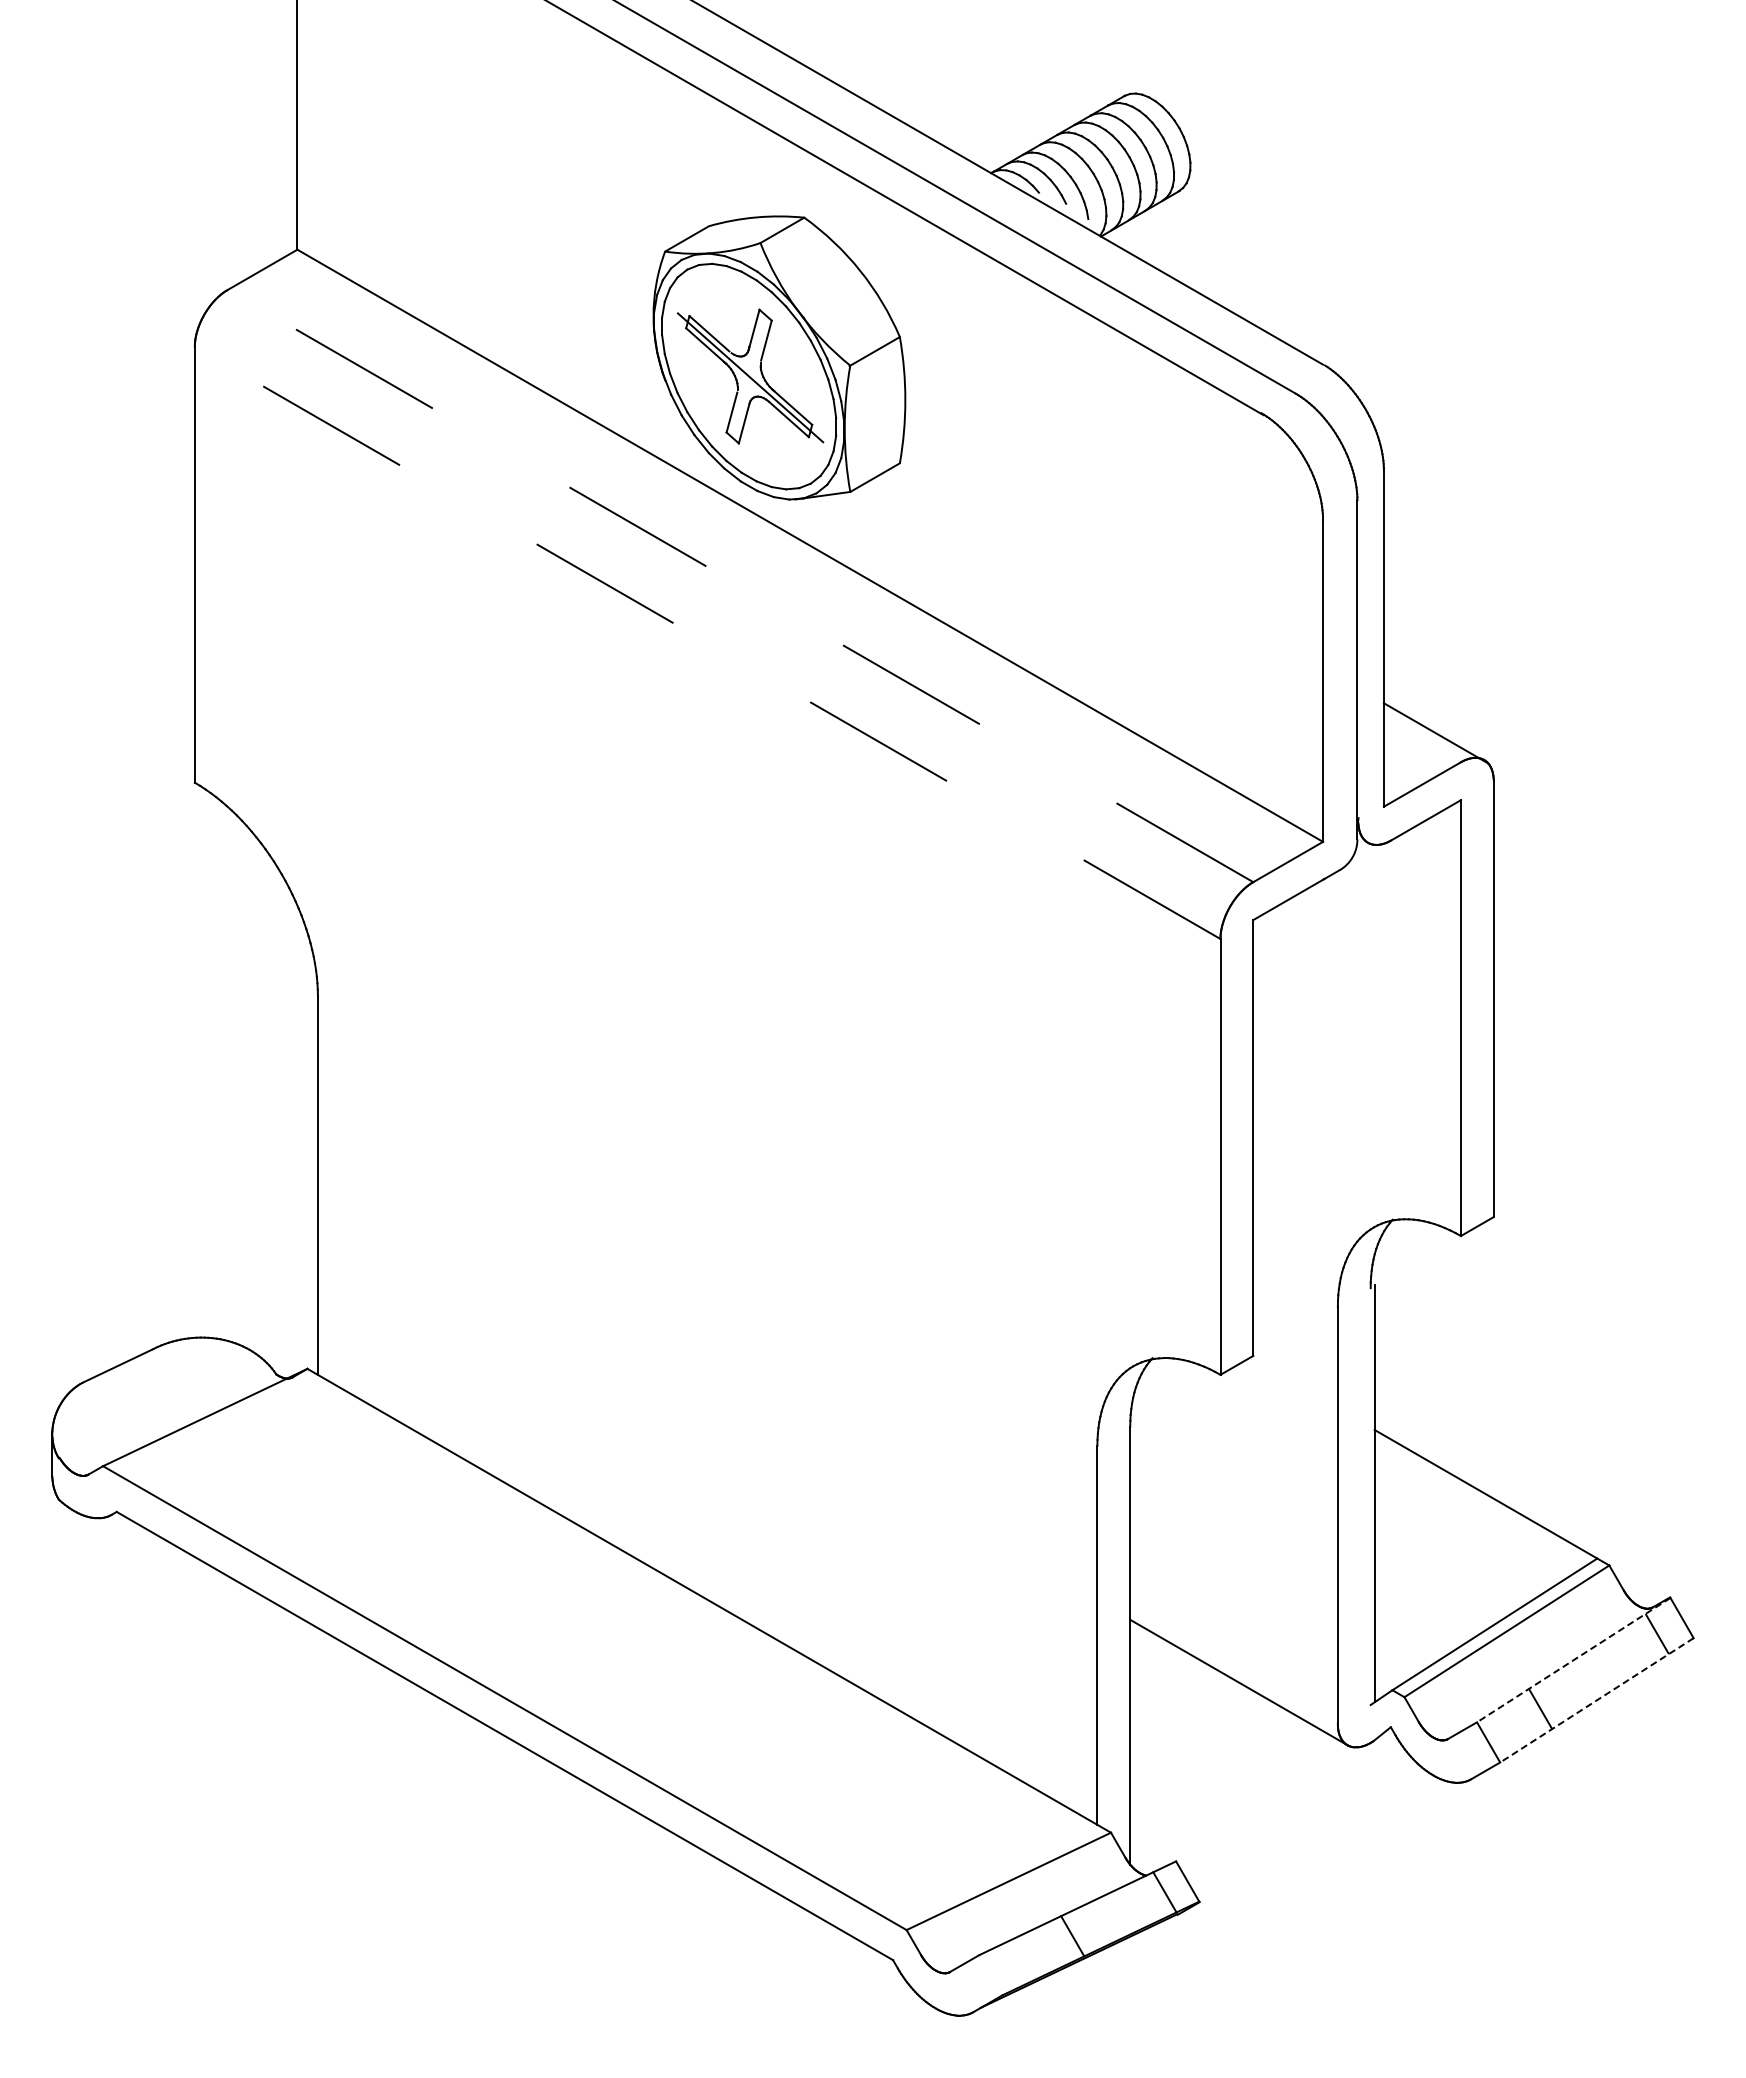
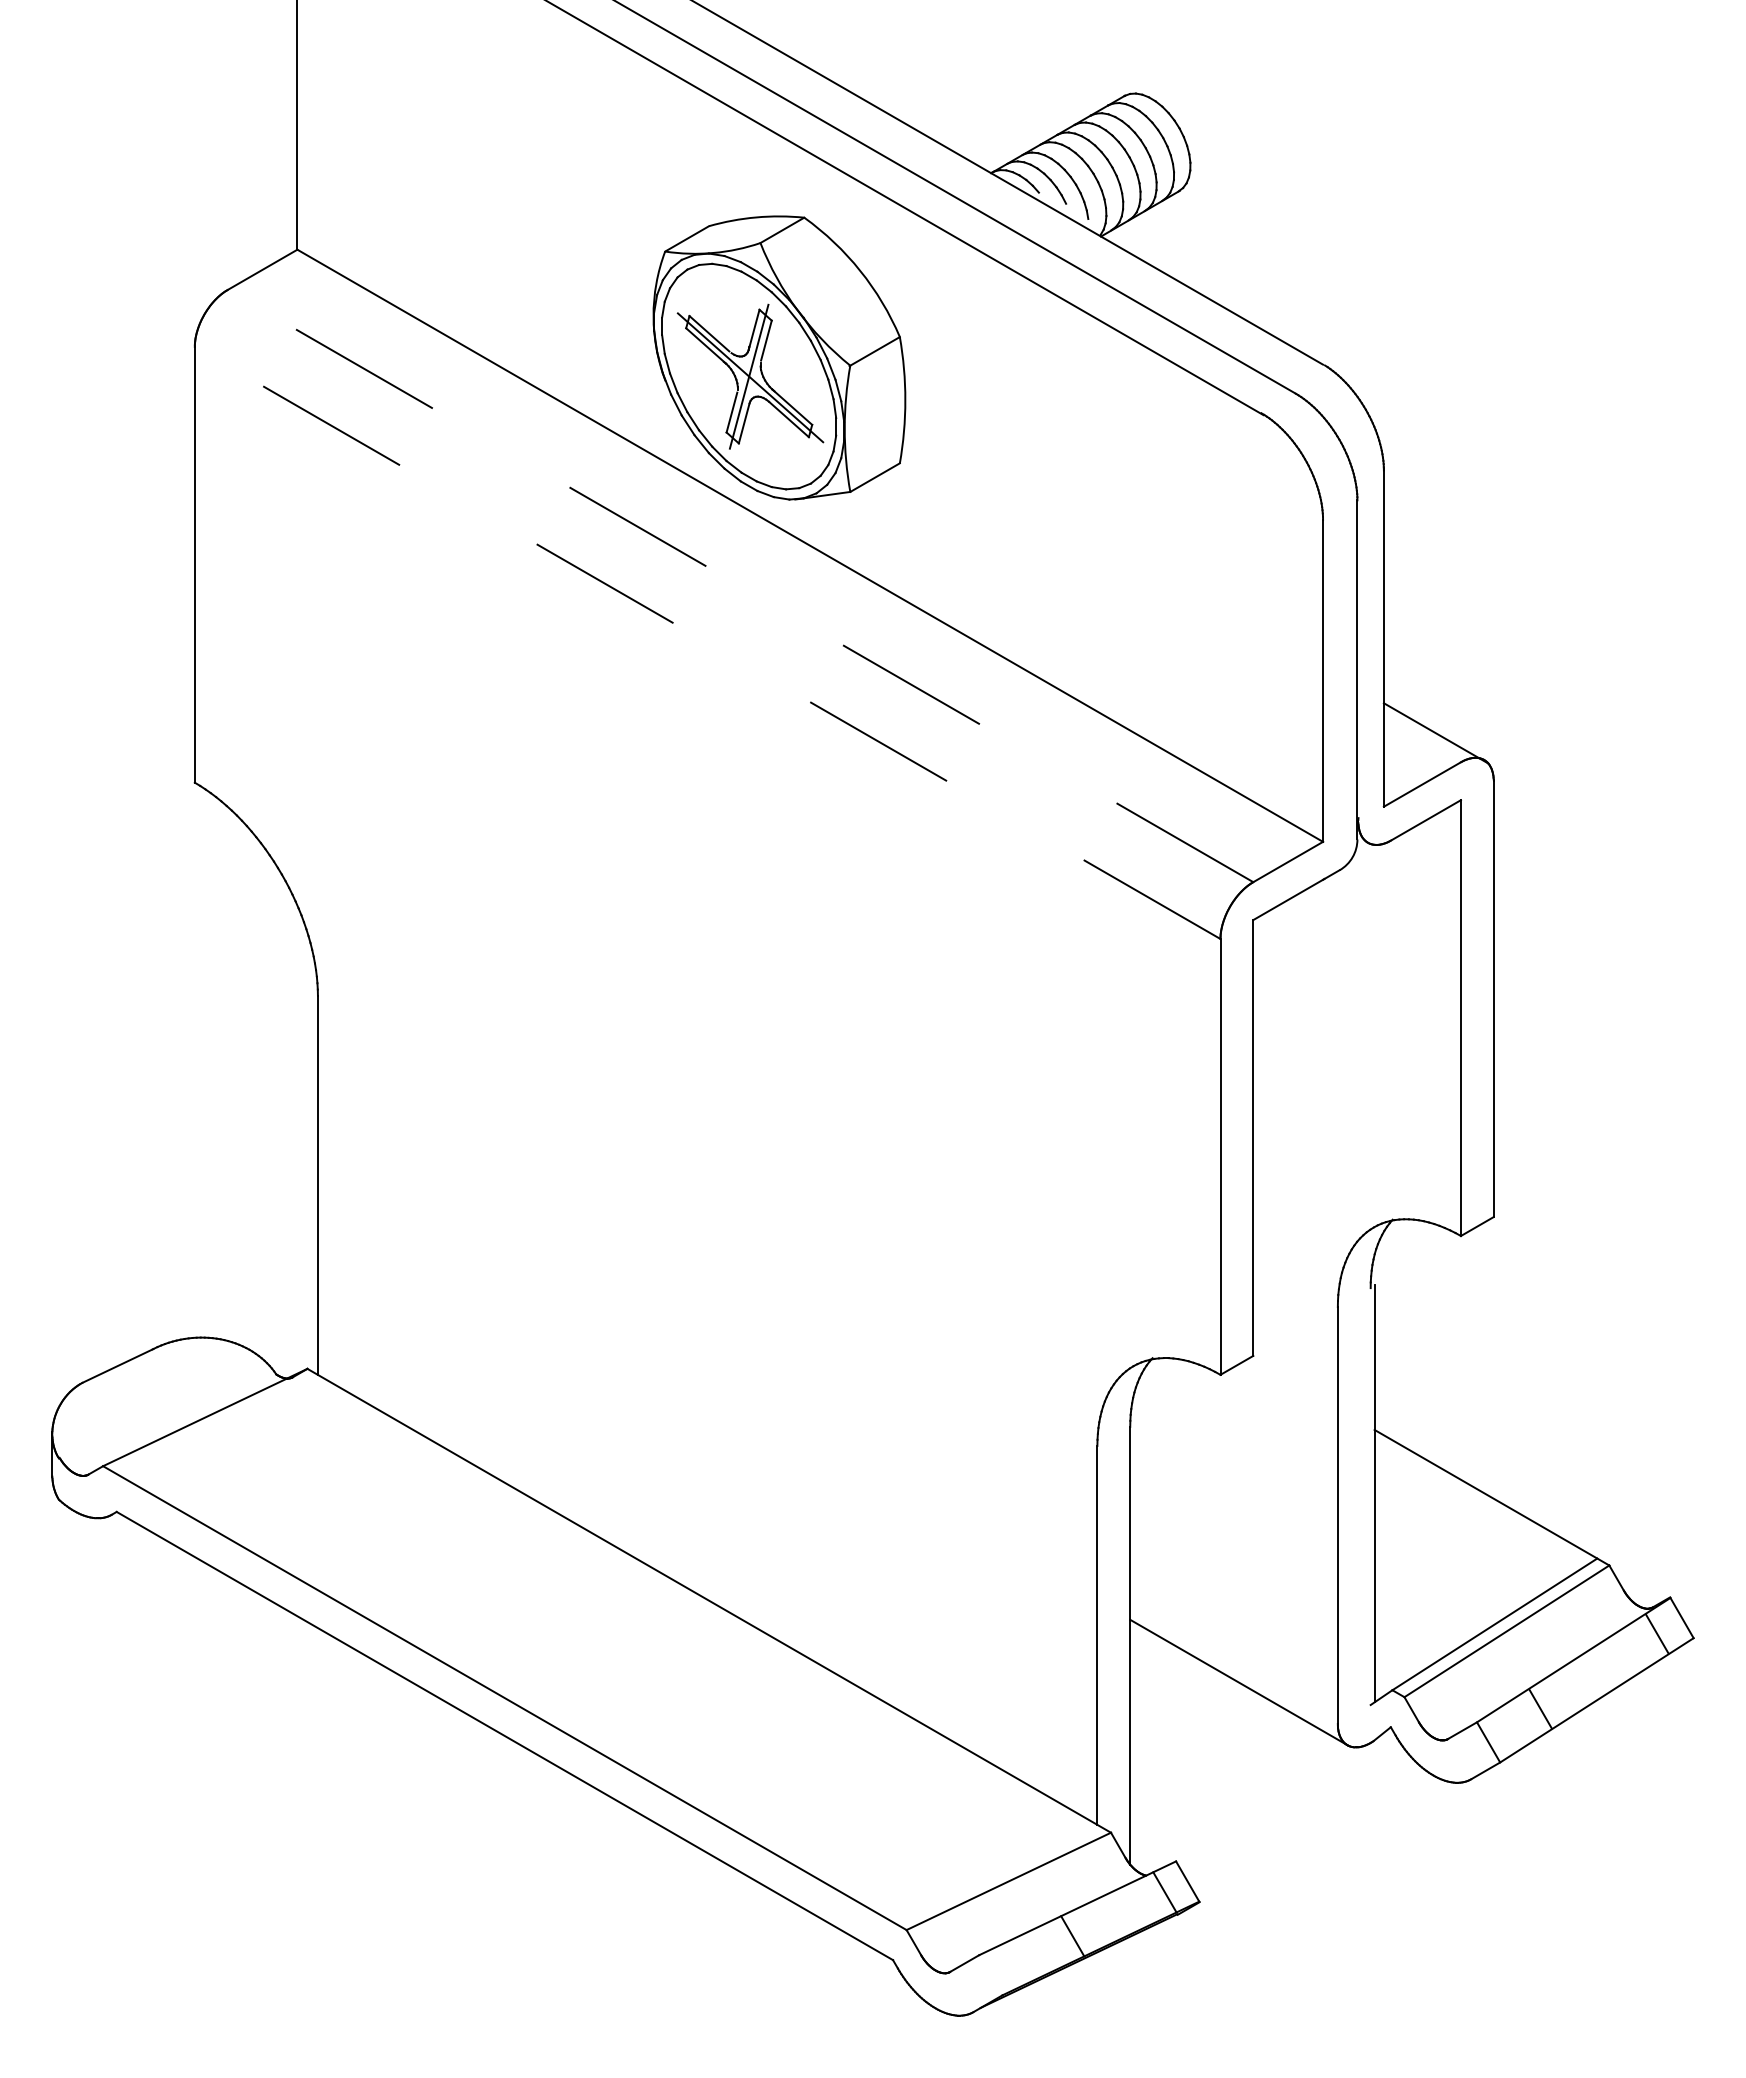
line at (748, 376): none -> present
line at (1573, 1660): dashed -> solid
line at (1596, 1700): dashed -> solid
